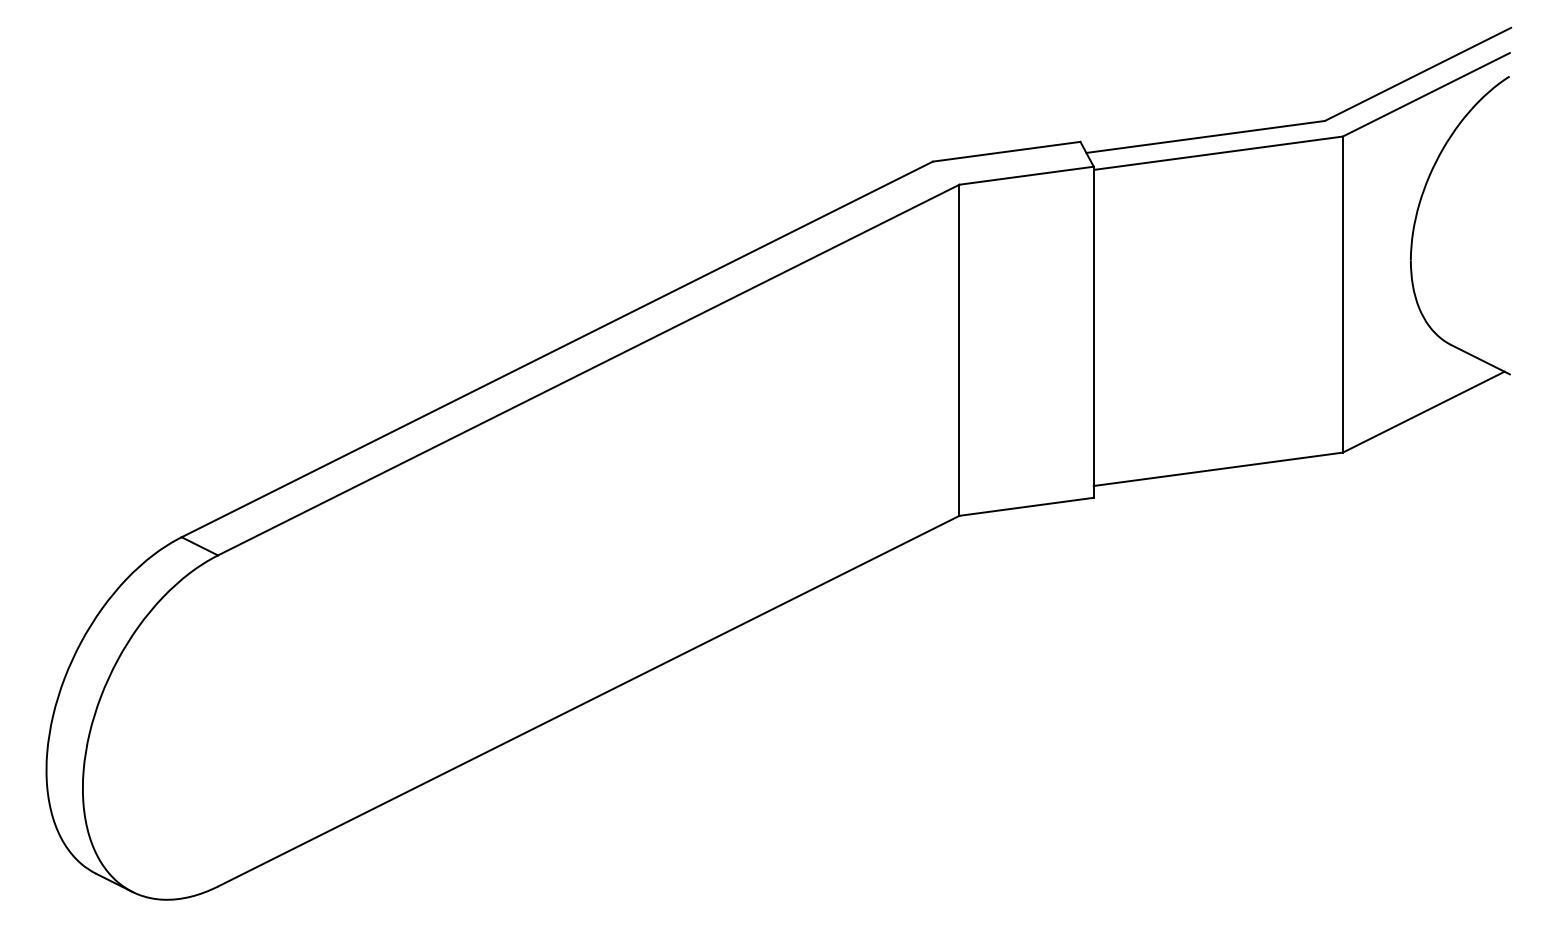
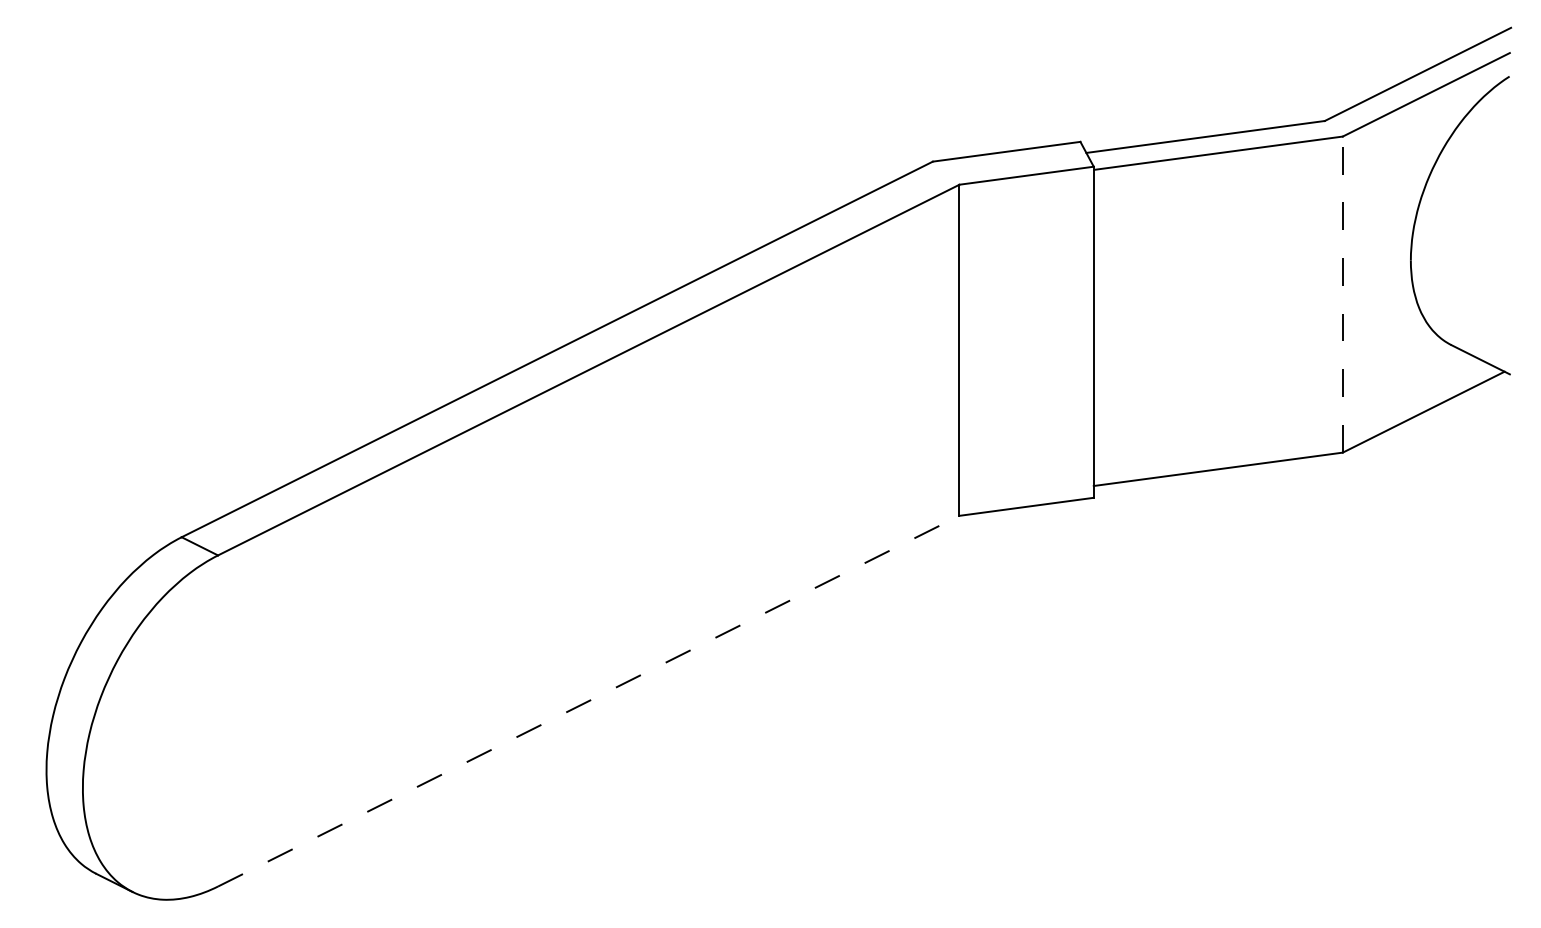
line at (1342, 294): solid -> dashed
line at (589, 700): solid -> dashed
